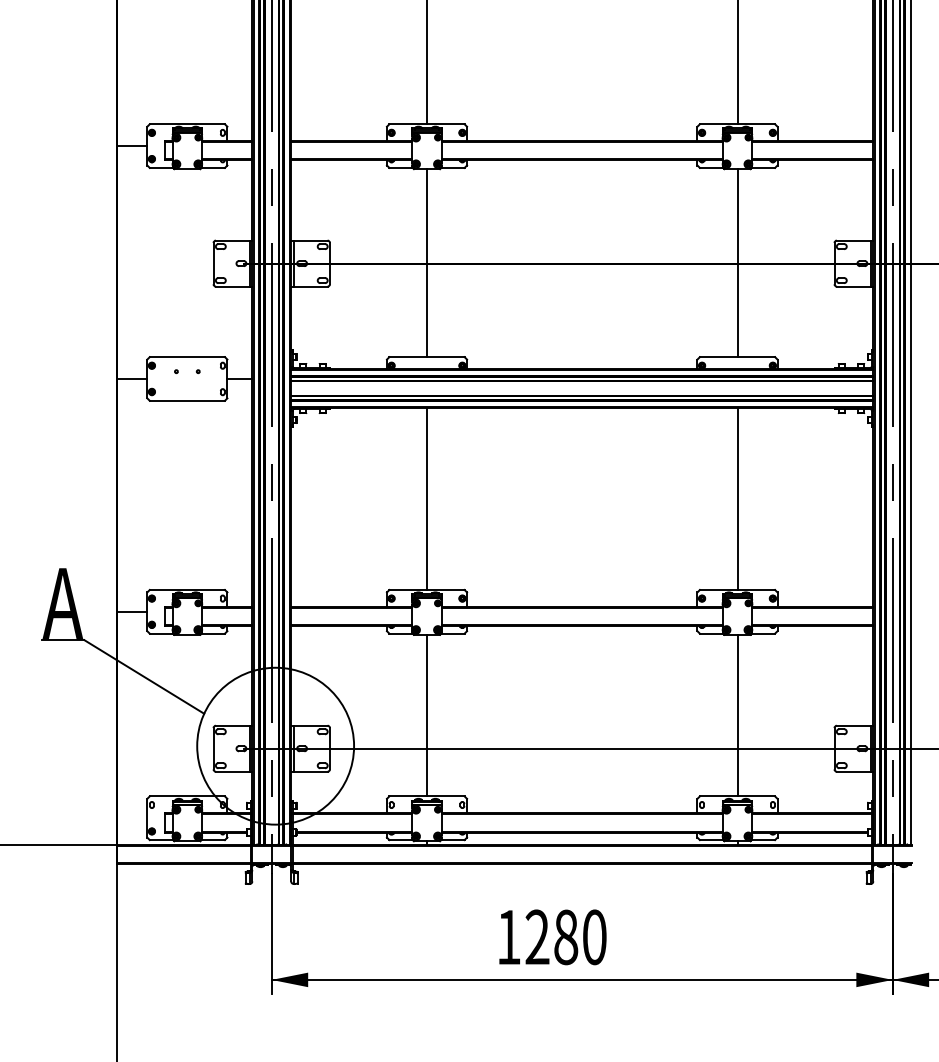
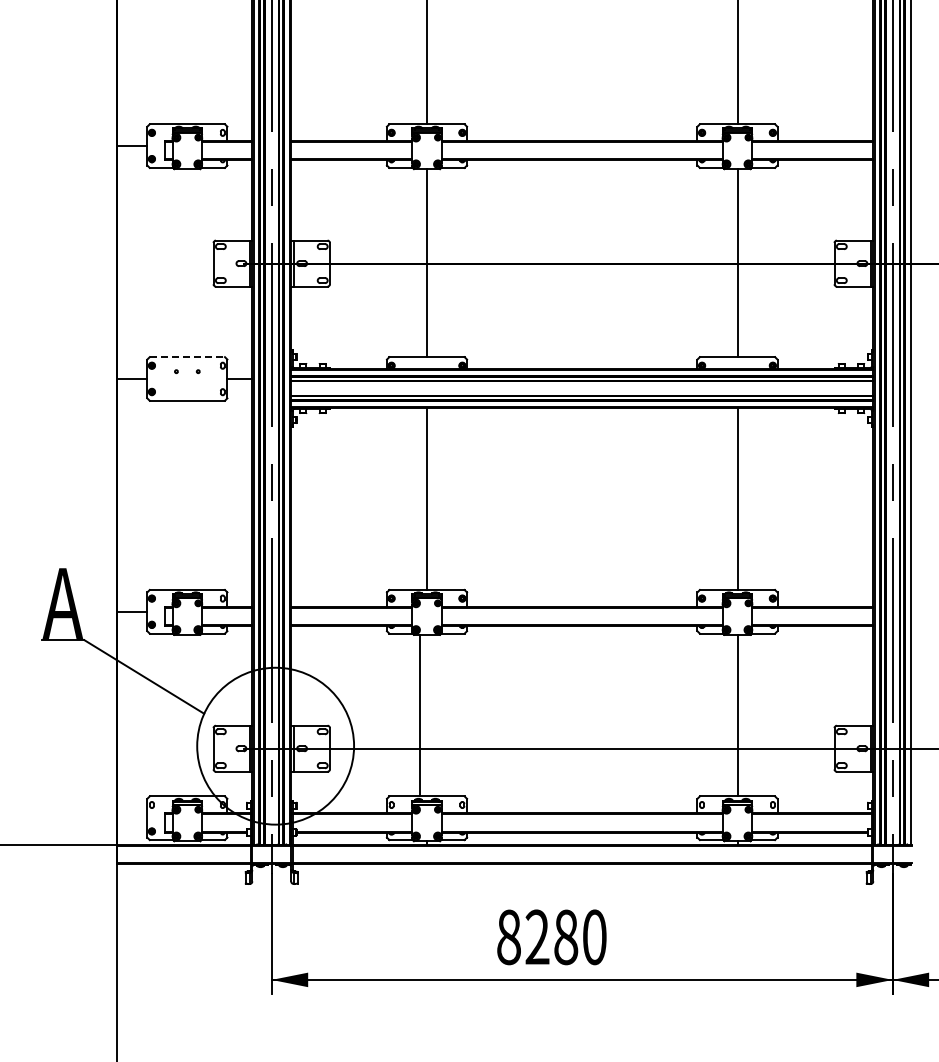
line at (187, 357): solid -> dashed
line at (427, 715) position: (427, 715) -> (420, 715)
text at (508, 937): 1280 -> 8280
